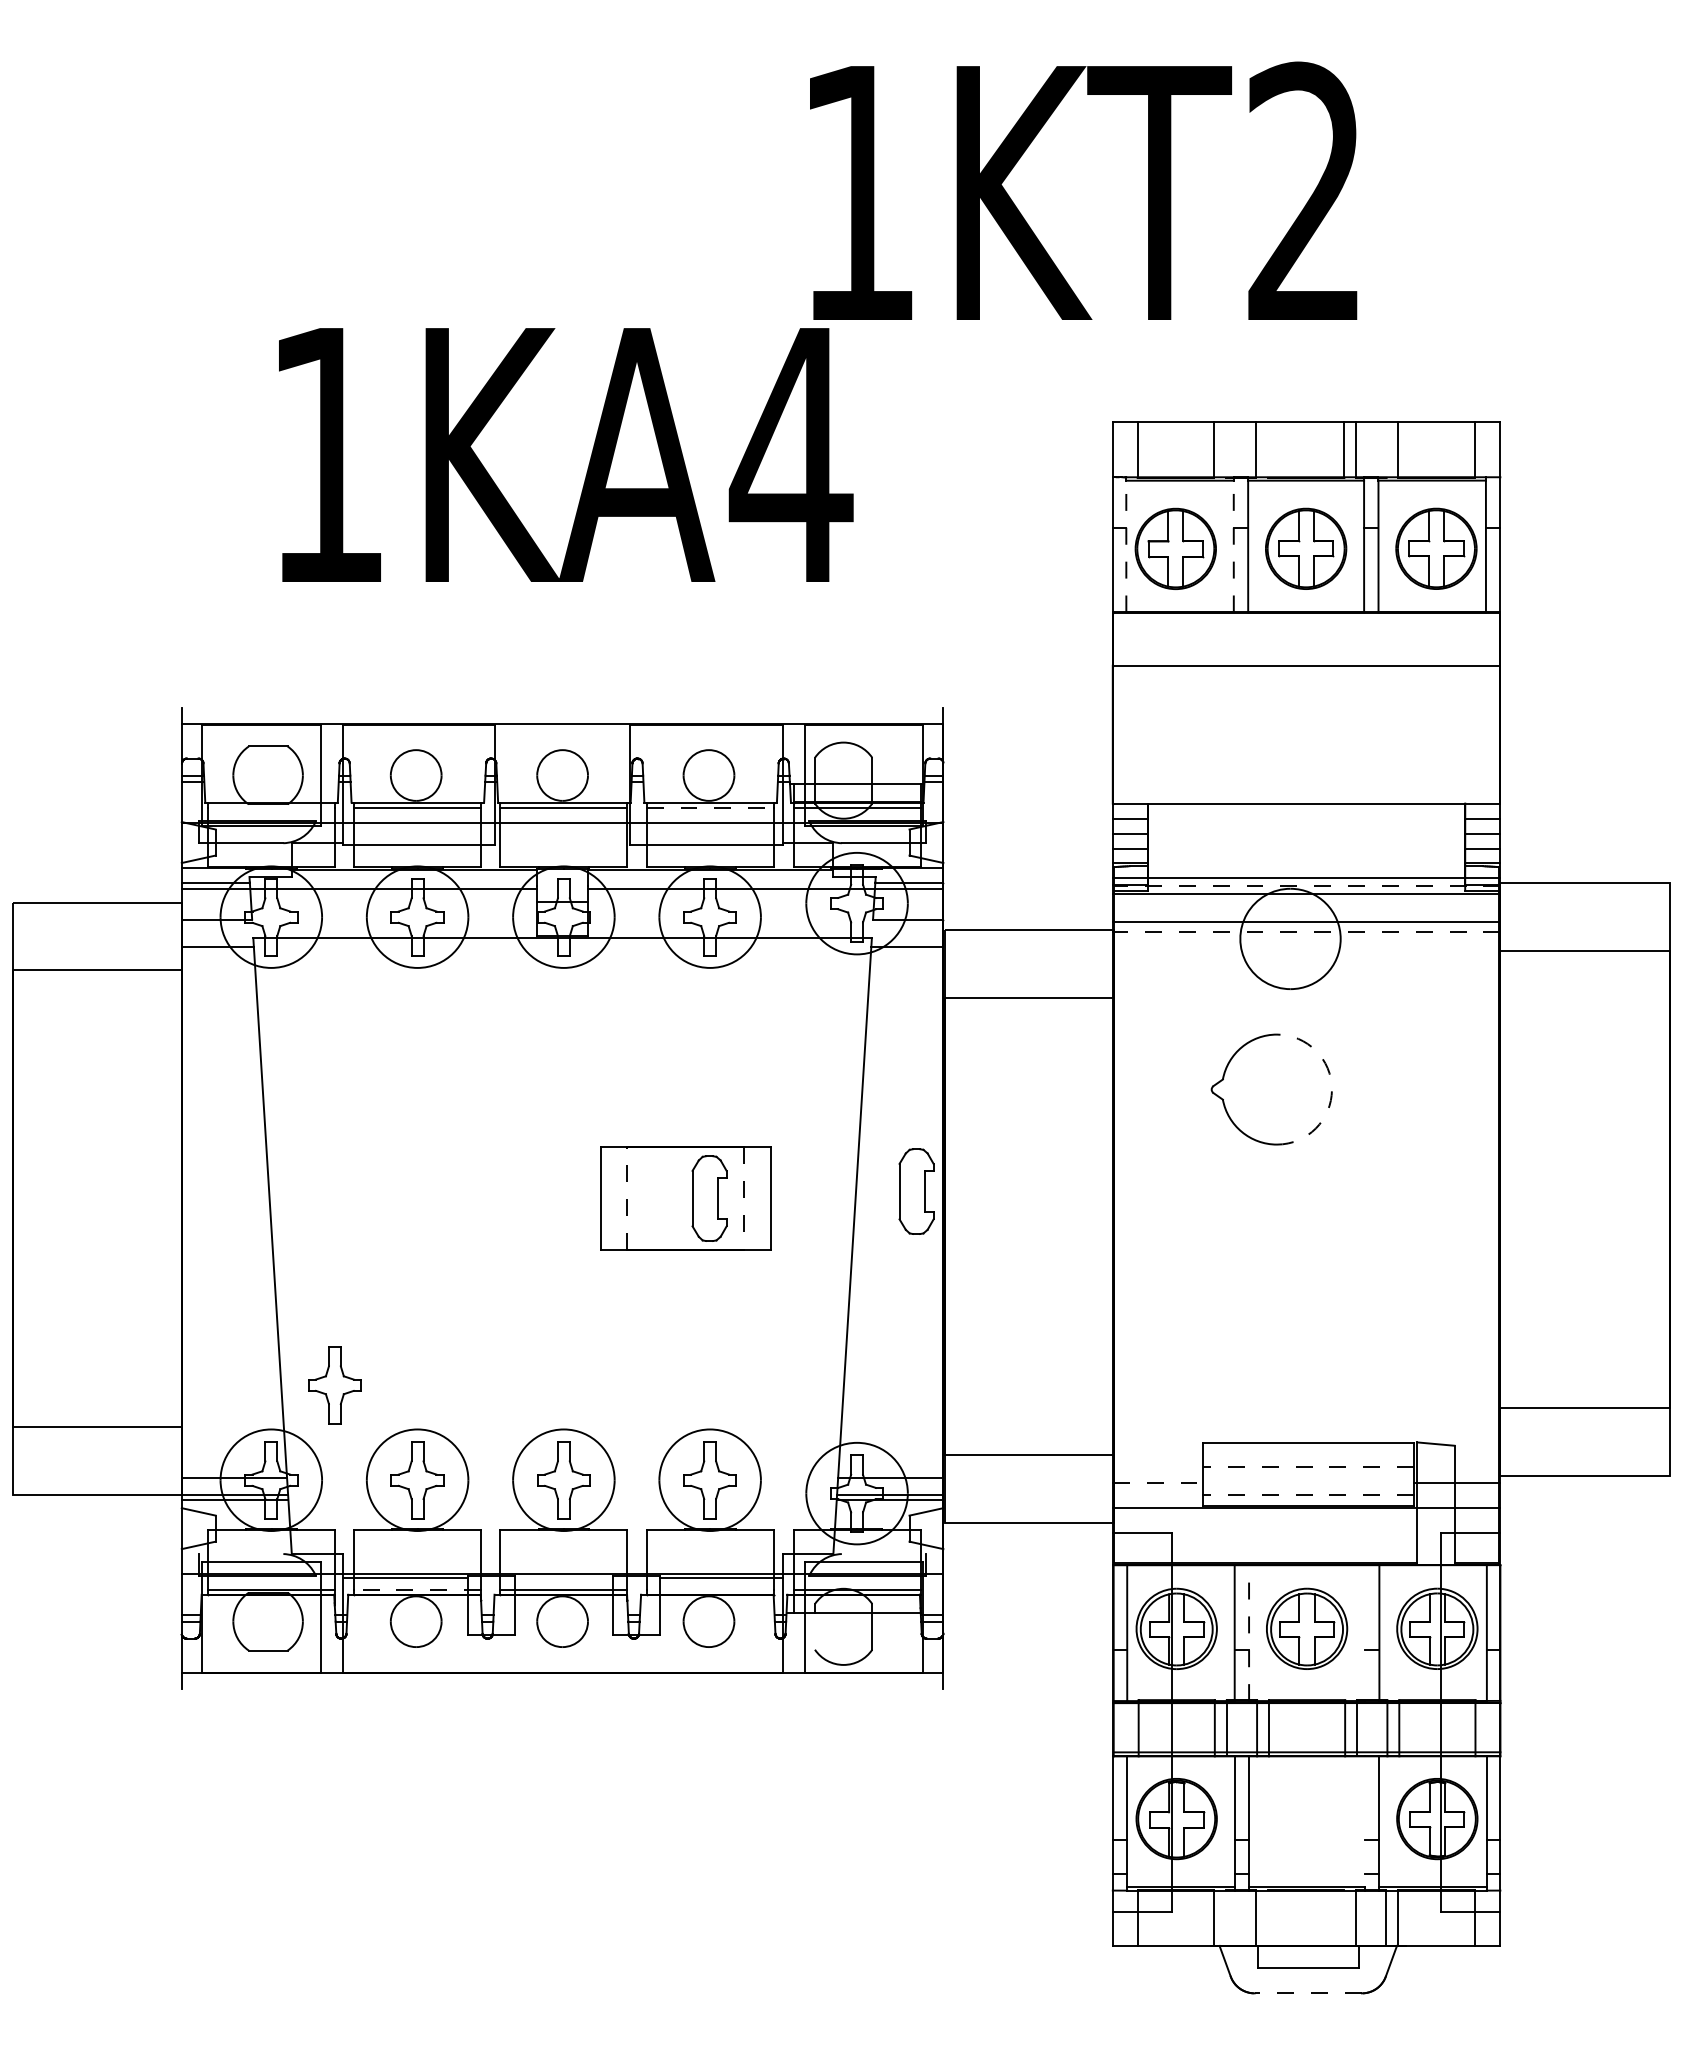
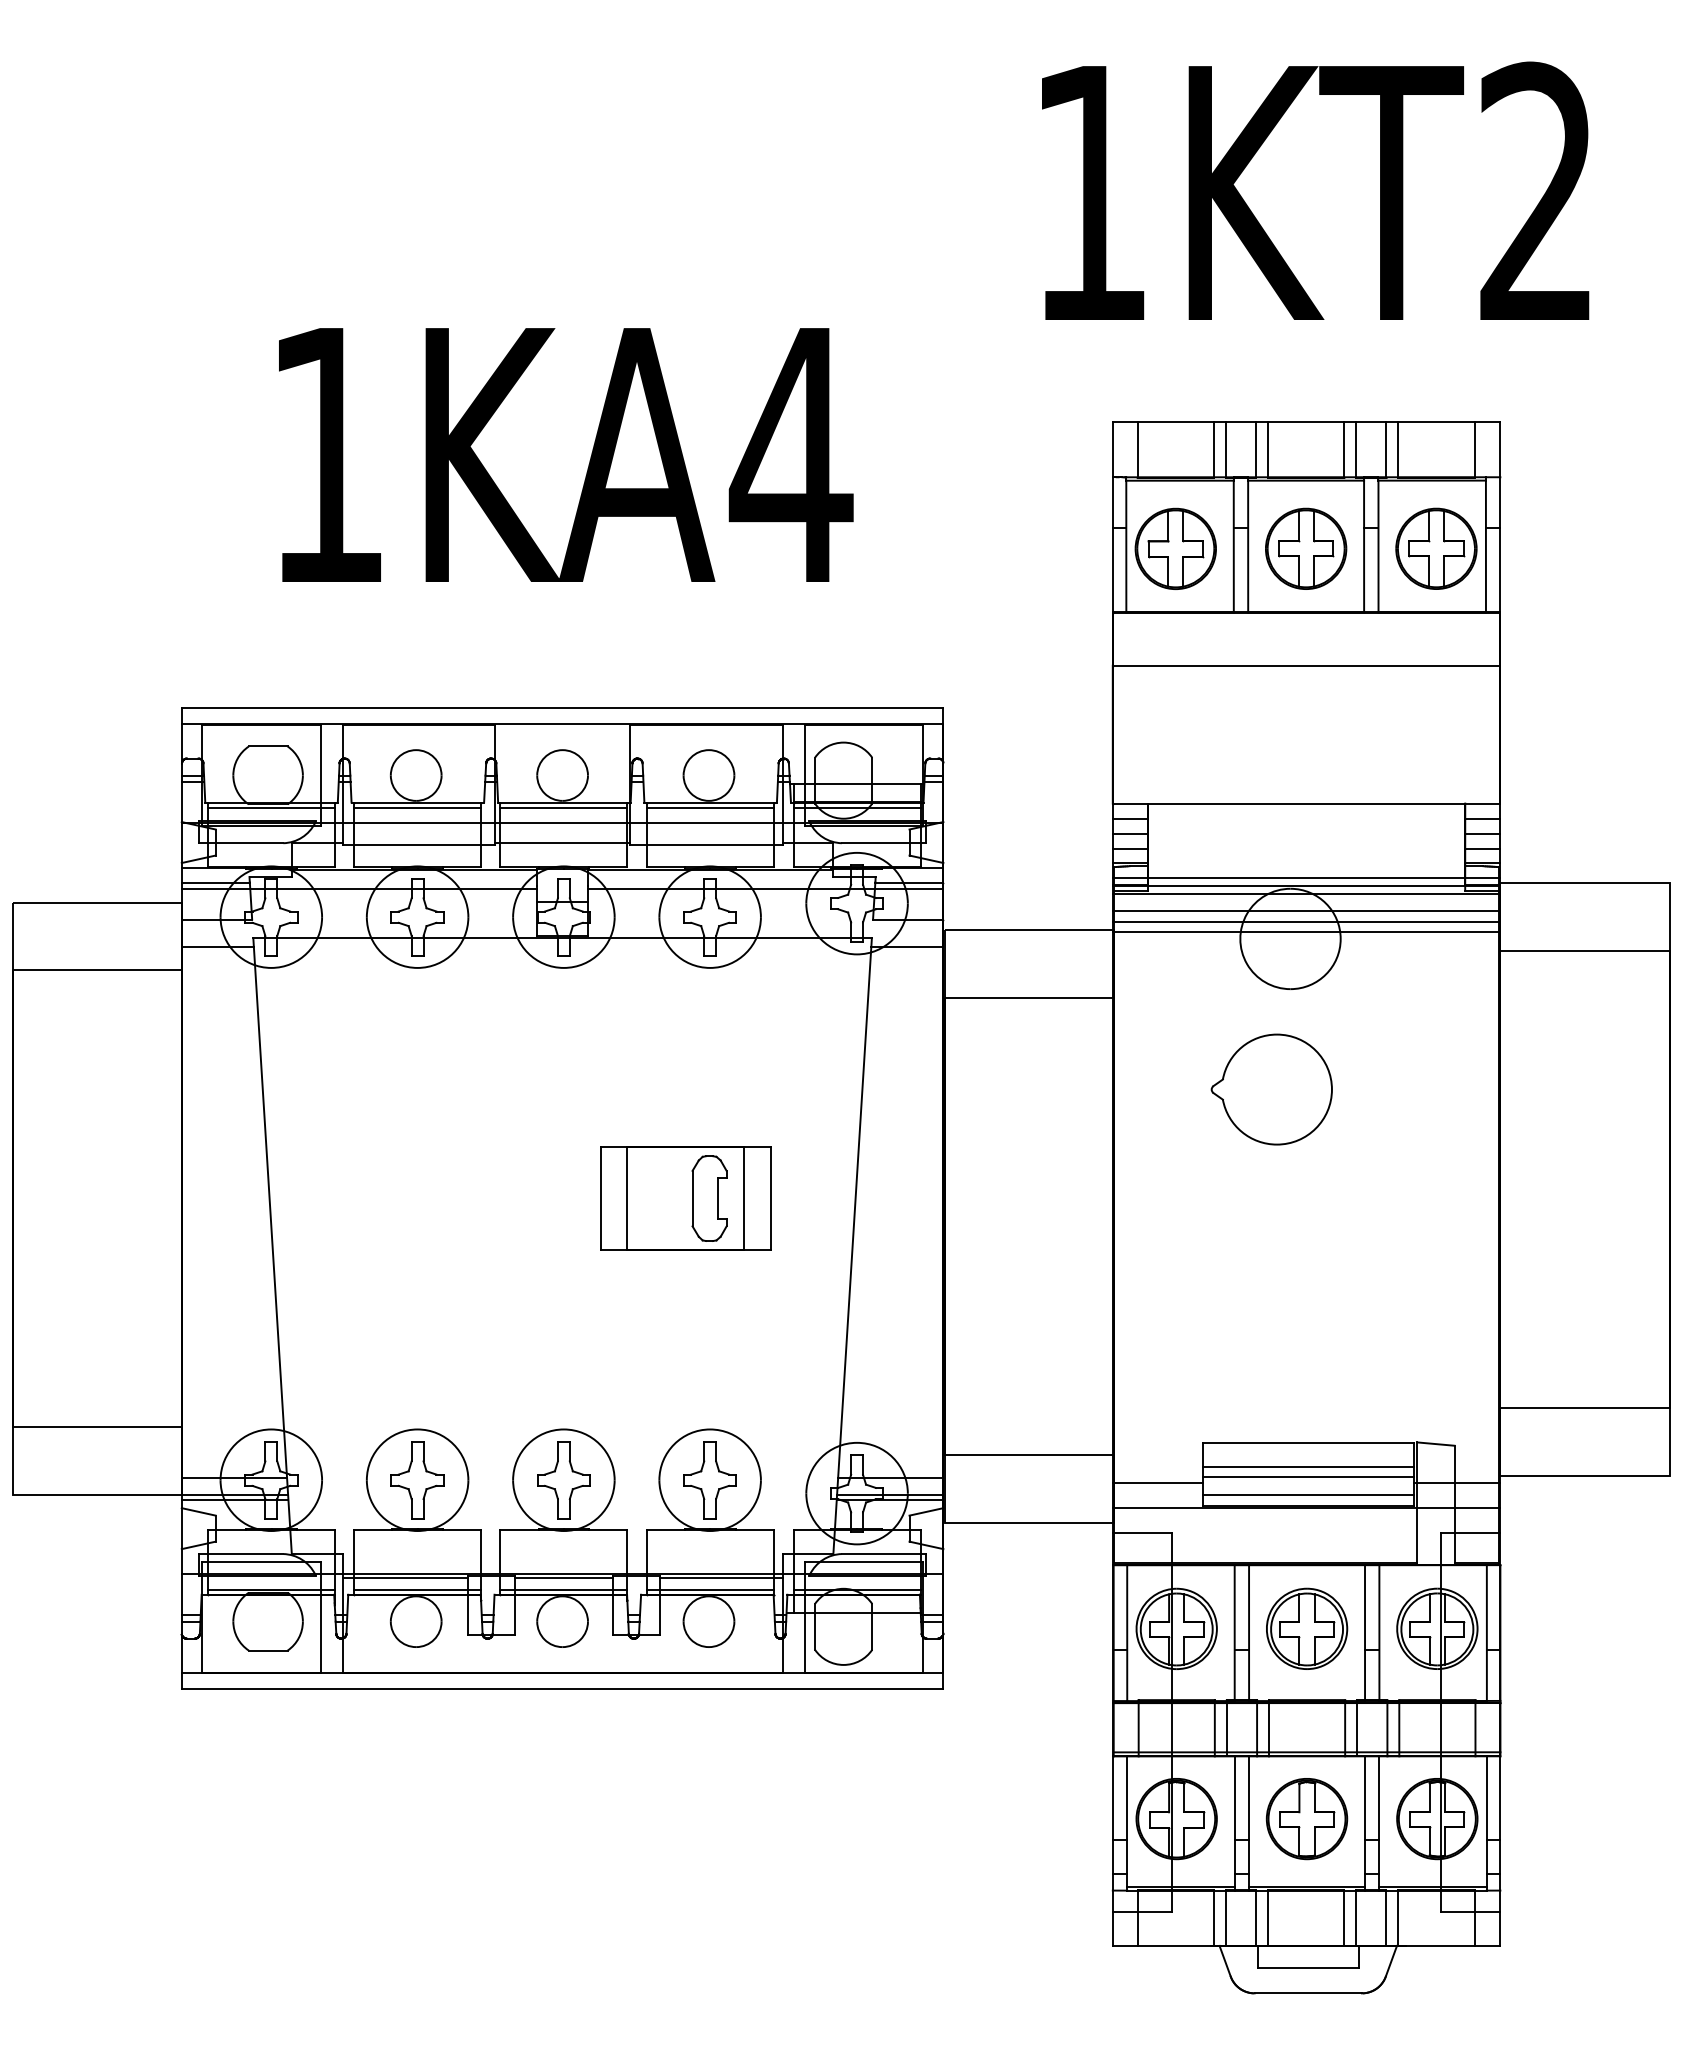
text at (1083, 190) position: (1083, 190) -> (1315, 190)
line at (1225, 449): none -> present
line at (1268, 449): none -> present
line at (1386, 449): none -> present
line at (1126, 546): dashed -> solid
line at (1233, 546): dashed -> solid
line at (562, 707): none -> present
line at (270, 807): none -> present
line at (710, 807): dashed -> solid
line at (562, 843): none -> present
line at (1306, 885): dashed -> solid
line at (1306, 911): none -> present
line at (1306, 931): dashed -> solid
arc at (1331, 1089): dashed -> solid
part at (916, 1191): present -> none
line at (627, 1198): dashed -> solid
line at (744, 1199): dashed -> solid
part at (334, 1385): present -> none
line at (1308, 1467): dashed -> solid
line at (1308, 1477): none -> present
line at (1157, 1483): dashed -> solid
line at (1308, 1494): dashed -> solid
line at (240, 1554): none -> present
line at (883, 1554): none -> present
line at (563, 1577): none -> present
line at (417, 1589): dashed -> solid
line at (709, 1589): none -> present
line at (814, 1631): none -> present
line at (1249, 1633): dashed -> solid
line at (1364, 1633): none -> present
line at (562, 1689): none -> present
part at (1306, 1819): none -> present
line at (1364, 1821): none -> present
line at (1225, 1917): none -> present
line at (1268, 1917): none -> present
line at (1344, 1917): none -> present
line at (1308, 1993): dashed -> solid
